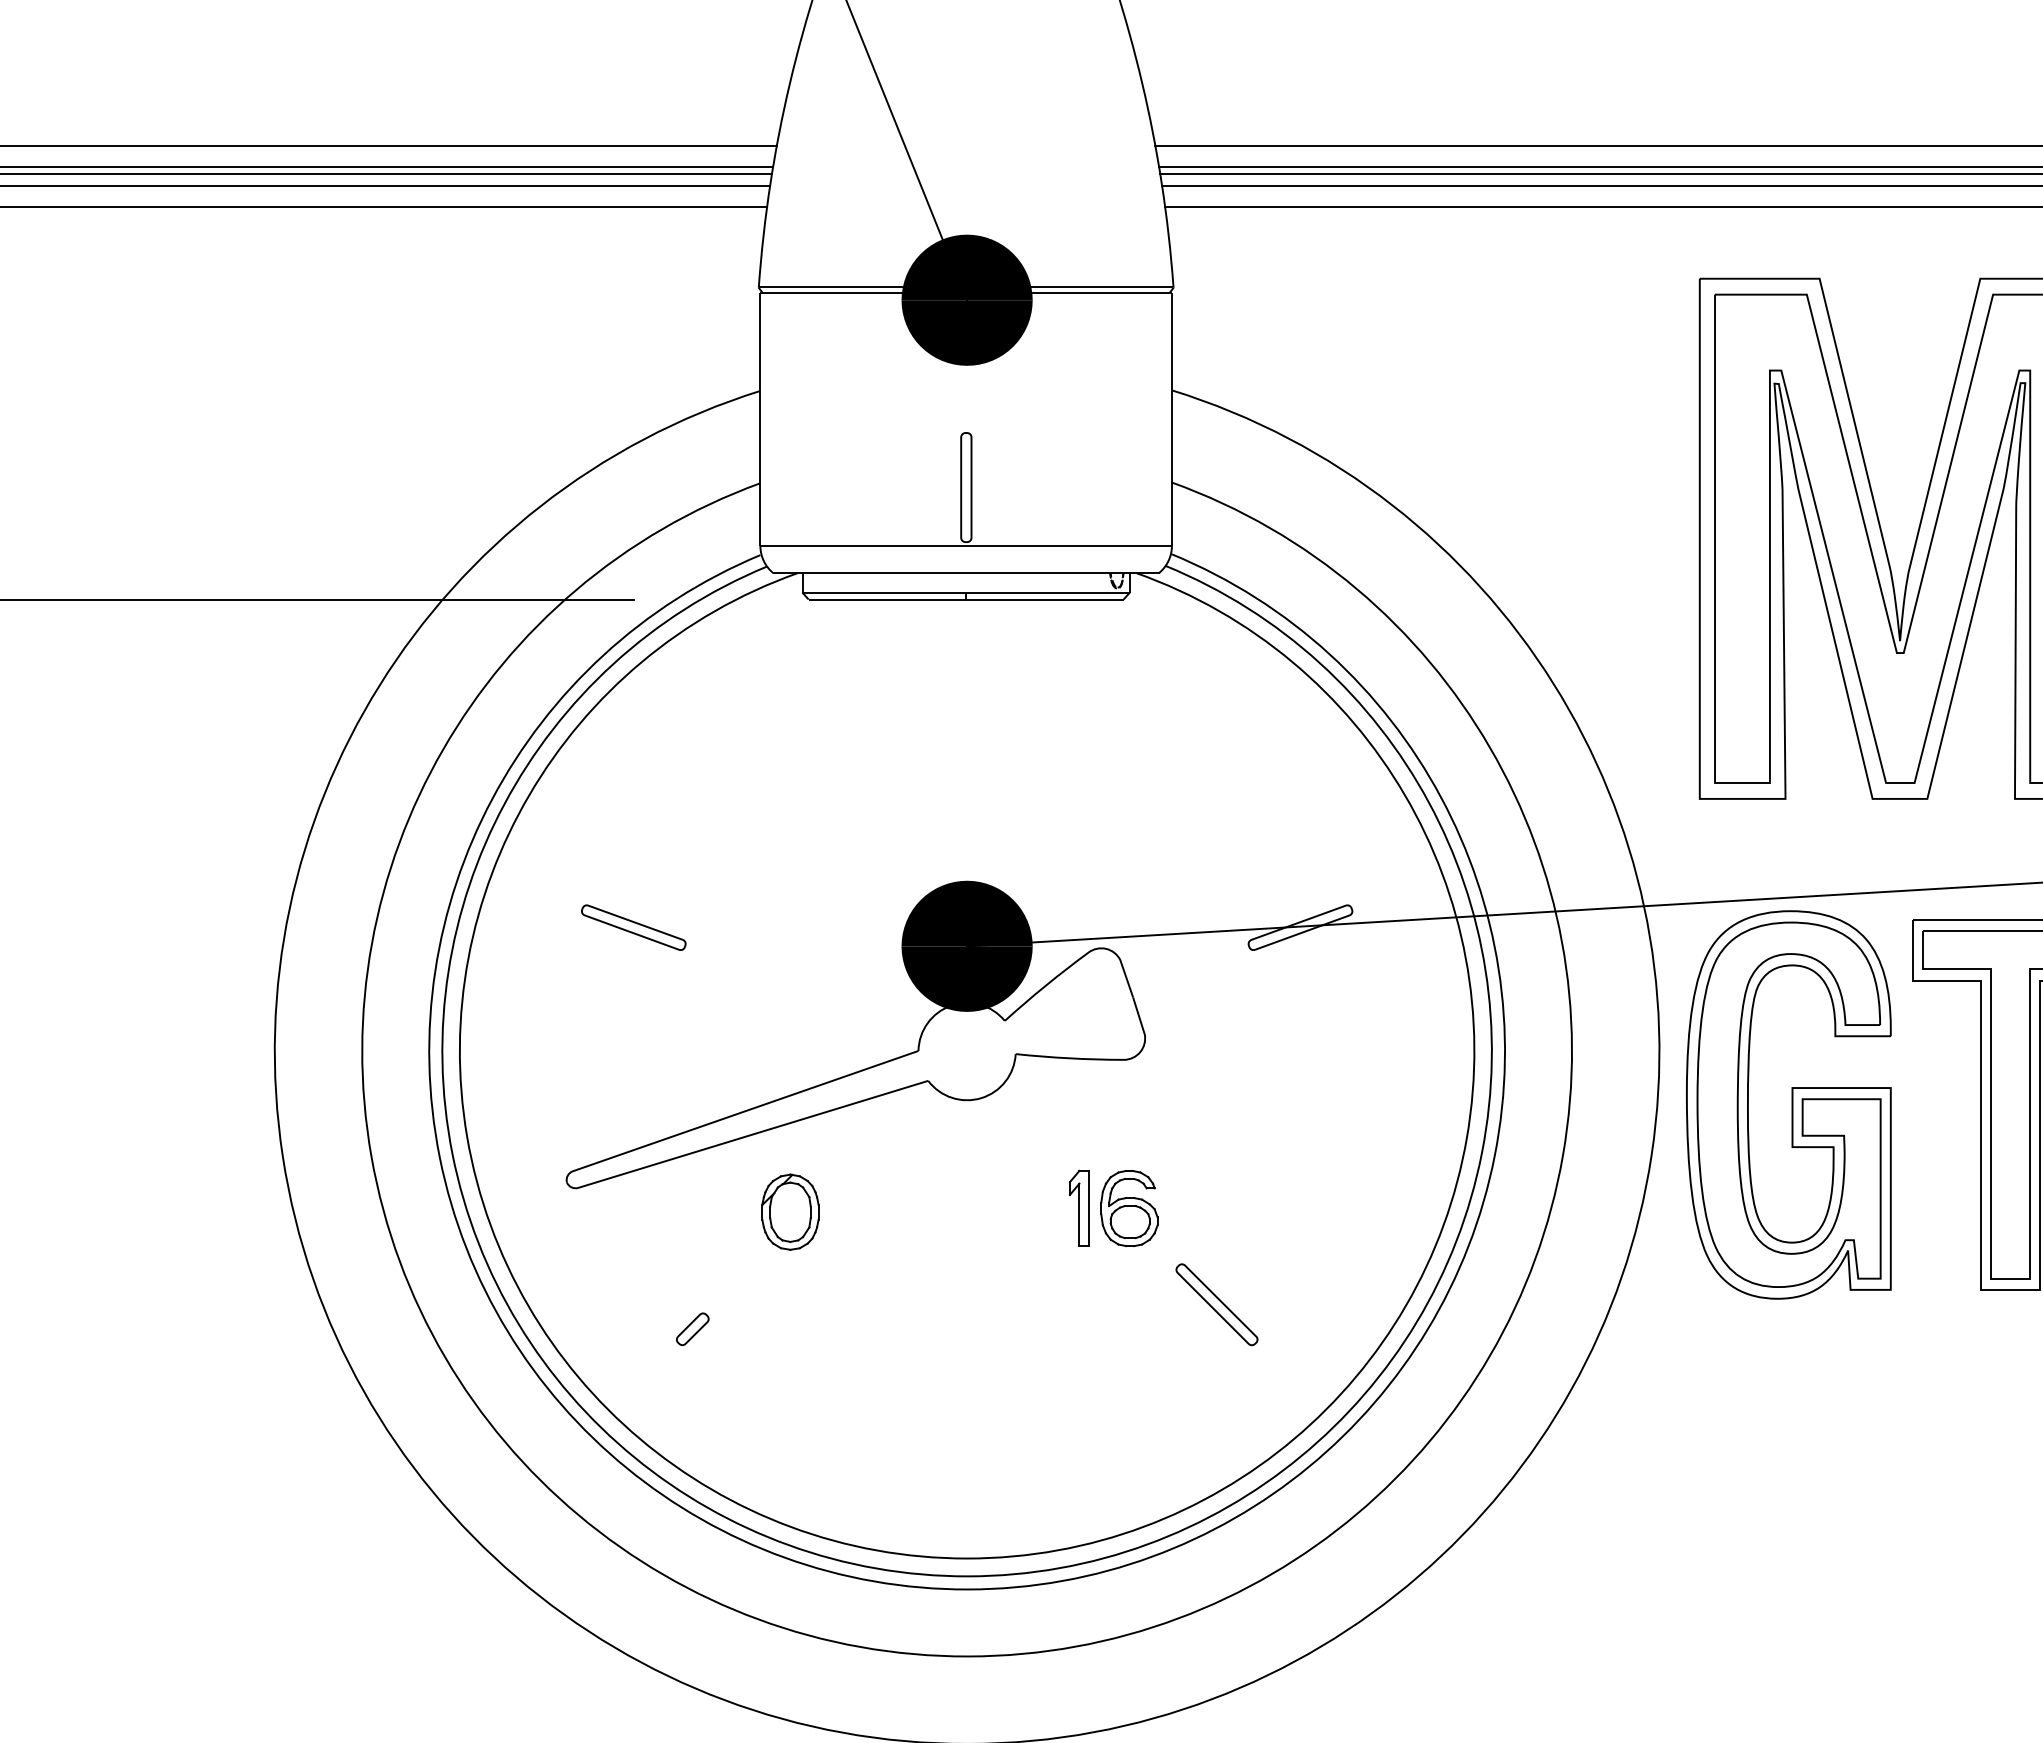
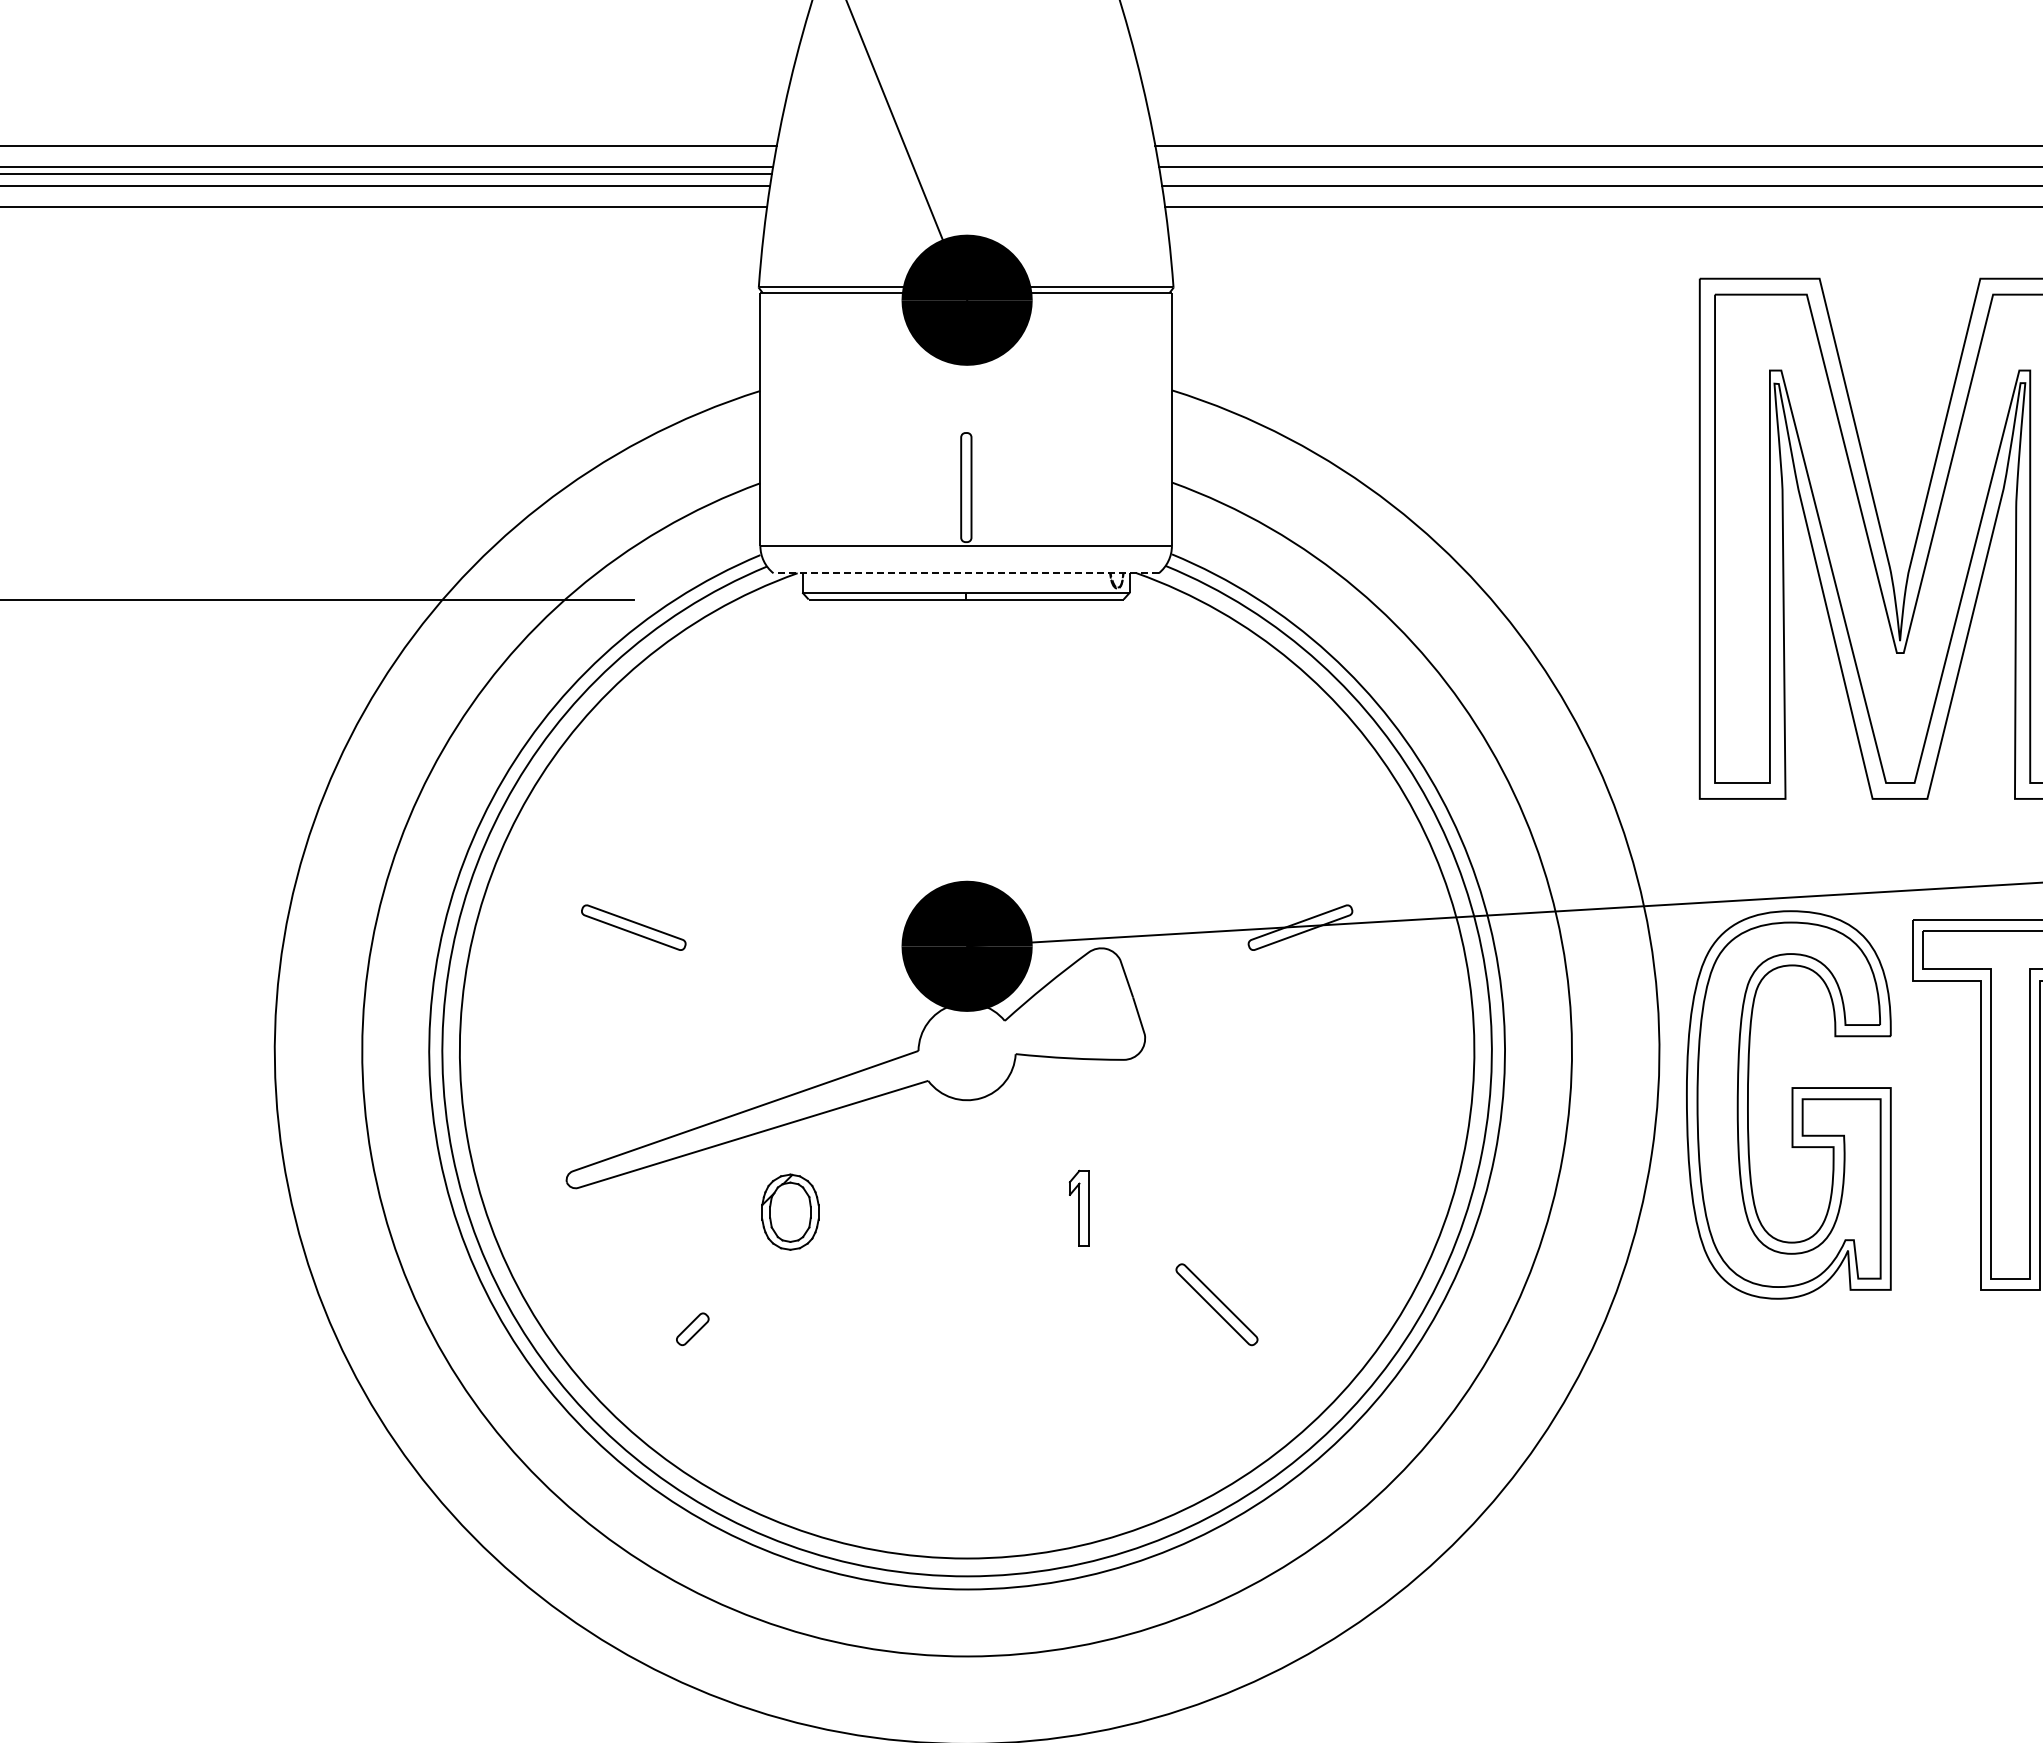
line at (1599, 173): present -> none
line at (966, 573): solid -> dashed
part at (1129, 1208): present -> none
